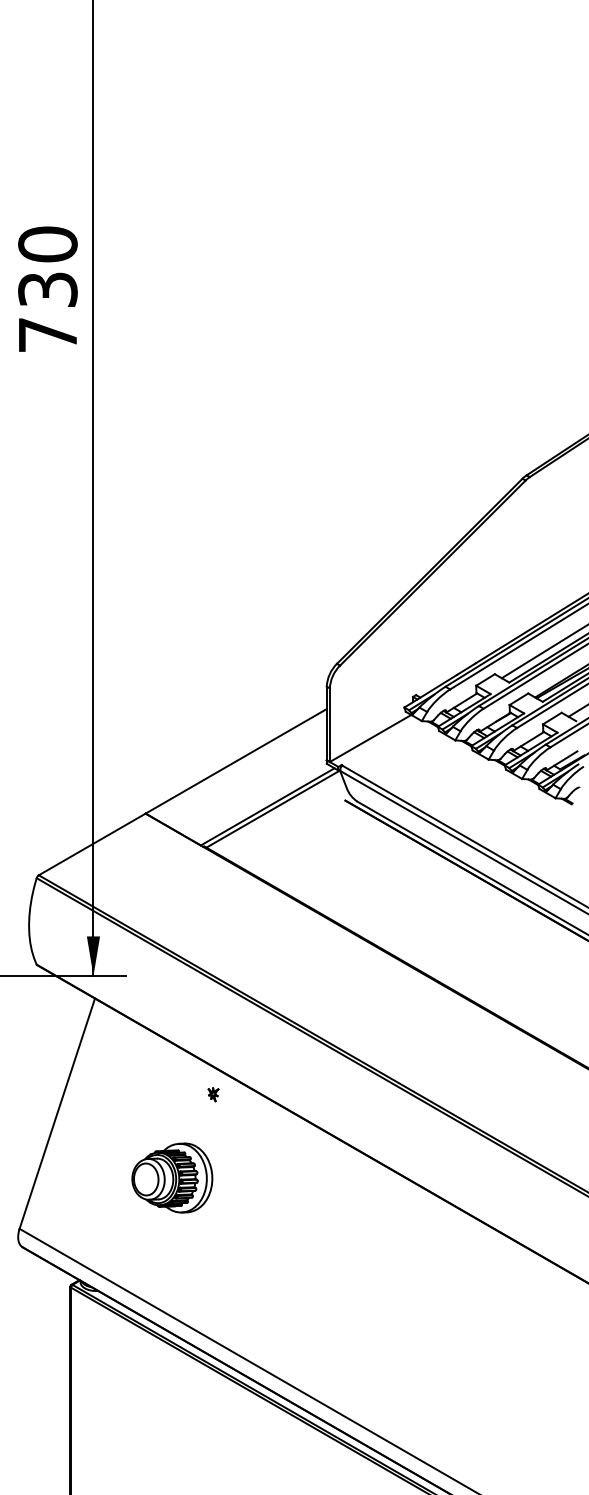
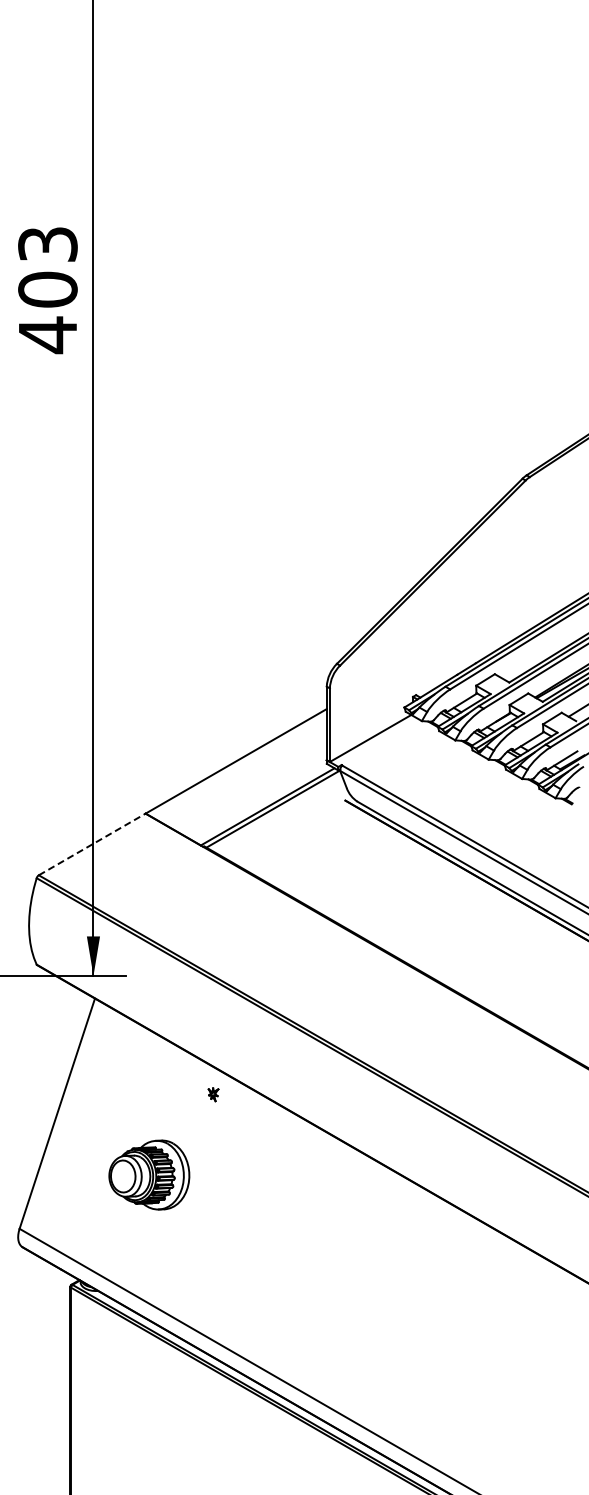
text at (47, 290): 730 -> 403
line at (543, 652): present -> none
line at (92, 844): solid -> dashed
part at (172, 1177) position: (172, 1177) -> (149, 1174)
